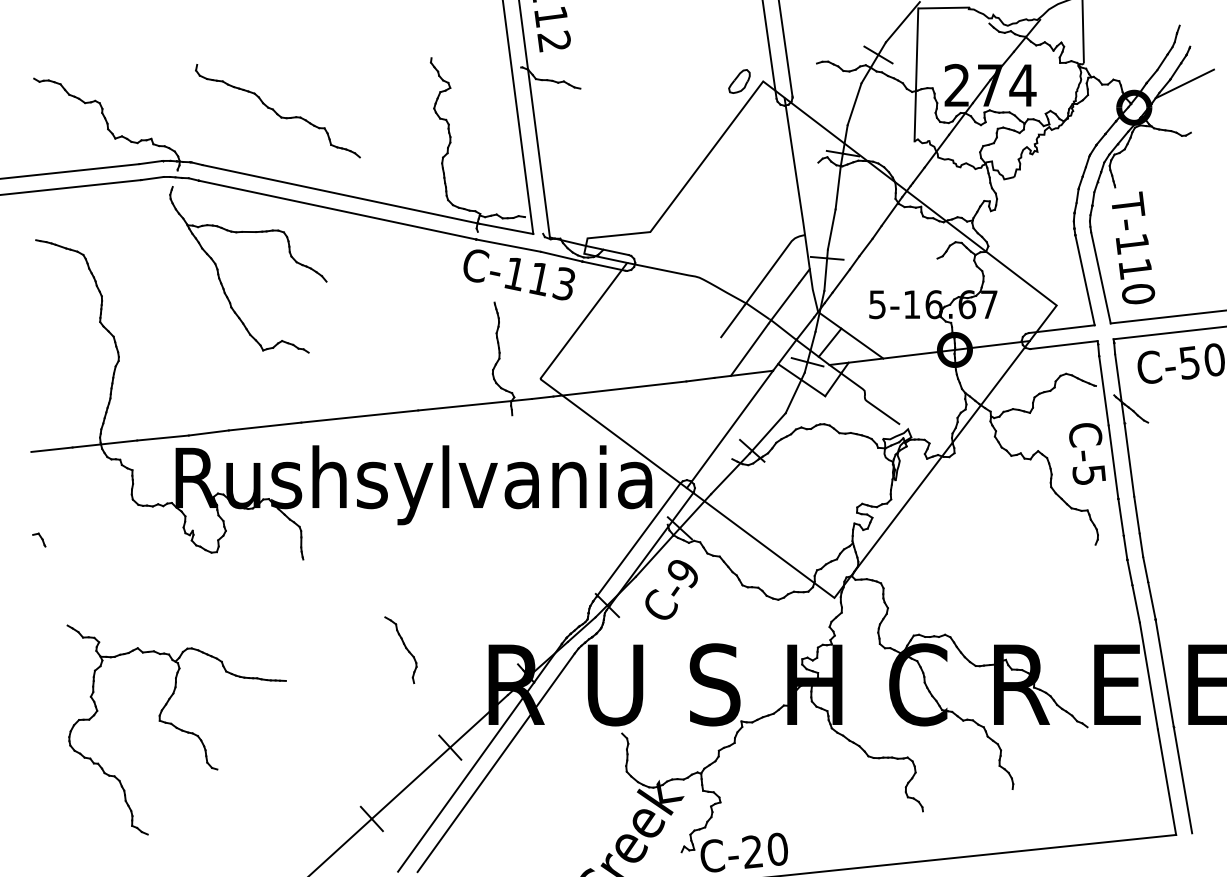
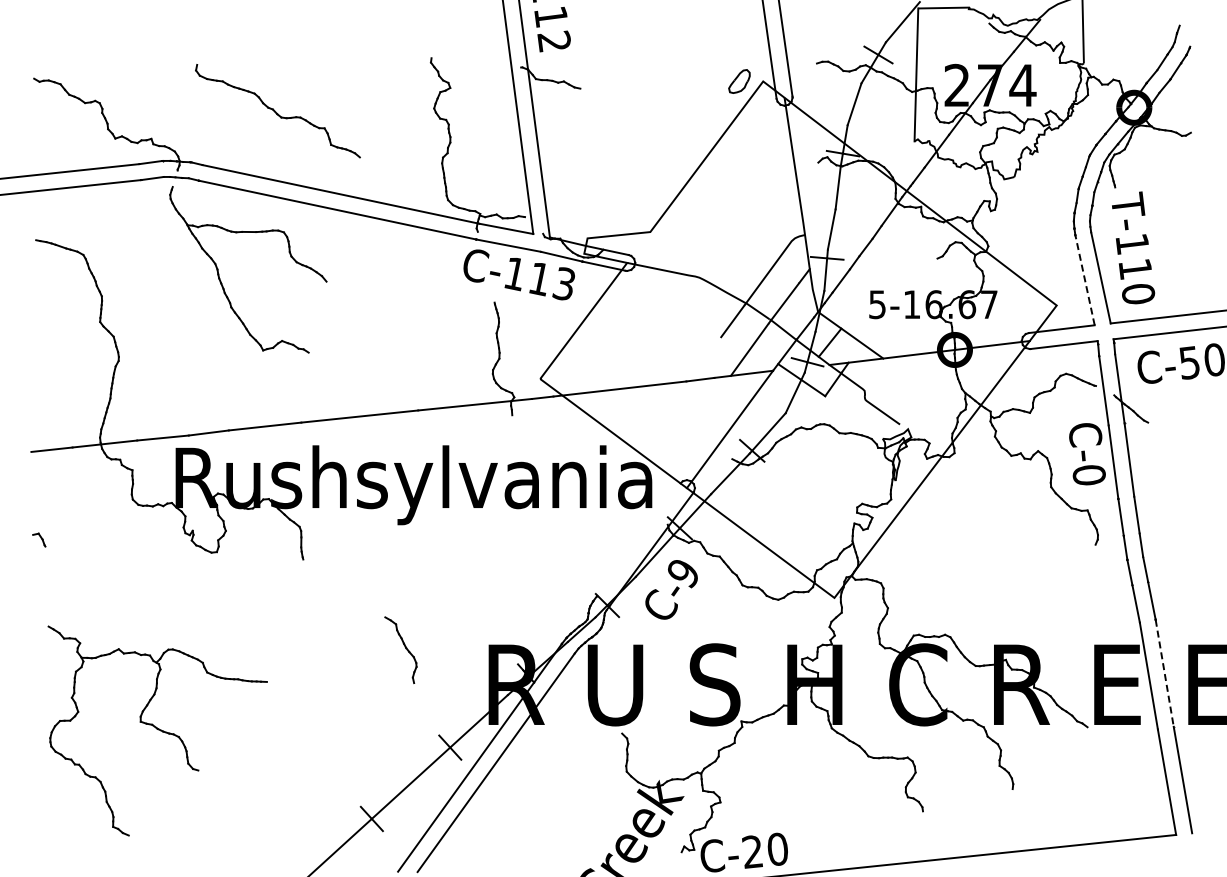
line at (1184, 83): present -> none
line at (1085, 280): solid -> dashed
text at (1088, 475): C-5 -> C-0
line at (638, 539): present -> none
line at (1164, 673): solid -> dashed
part at (176, 729) position: (176, 729) -> (157, 730)
